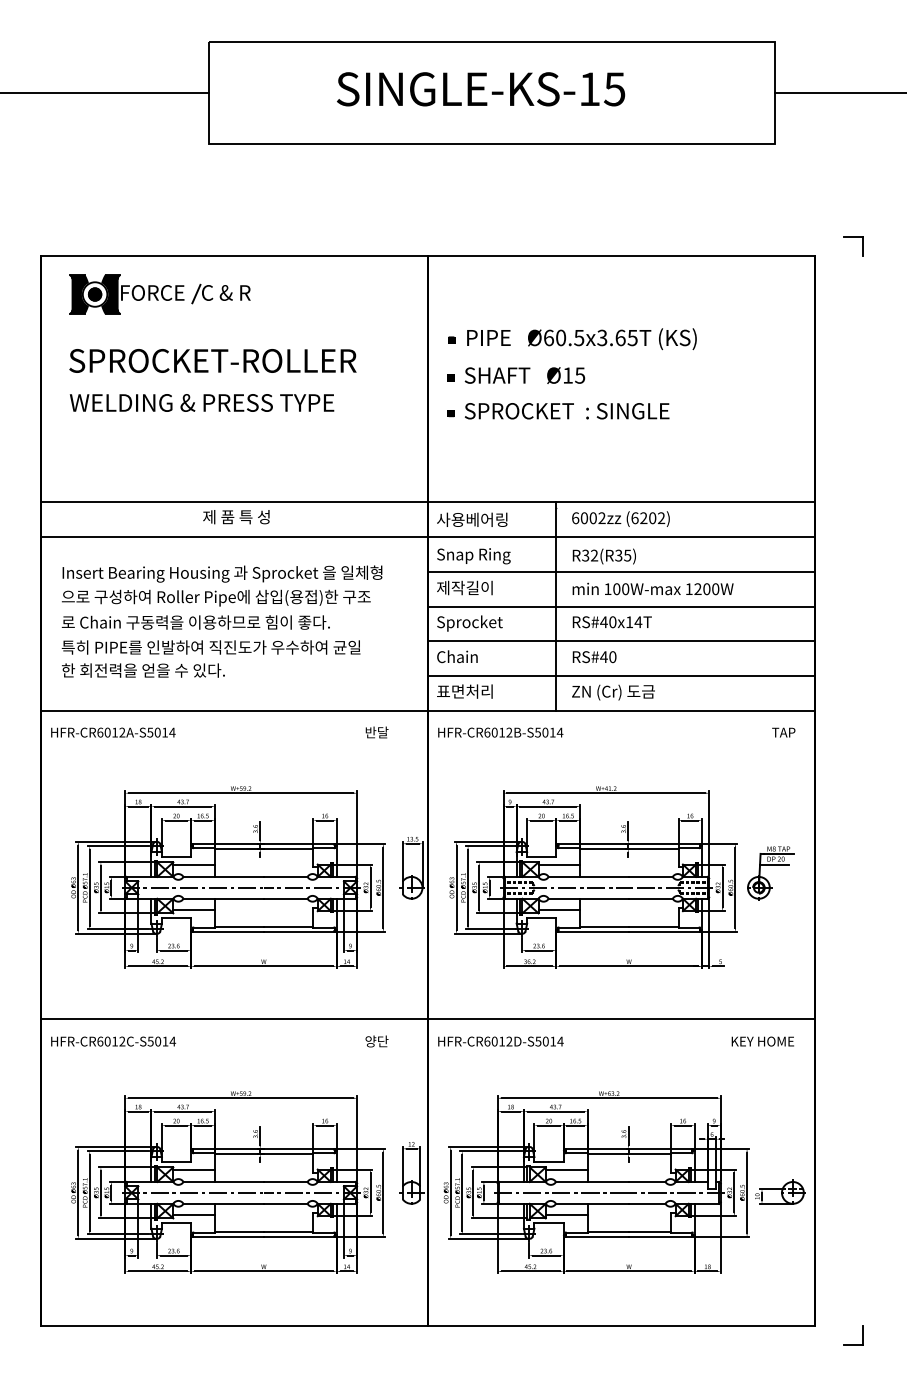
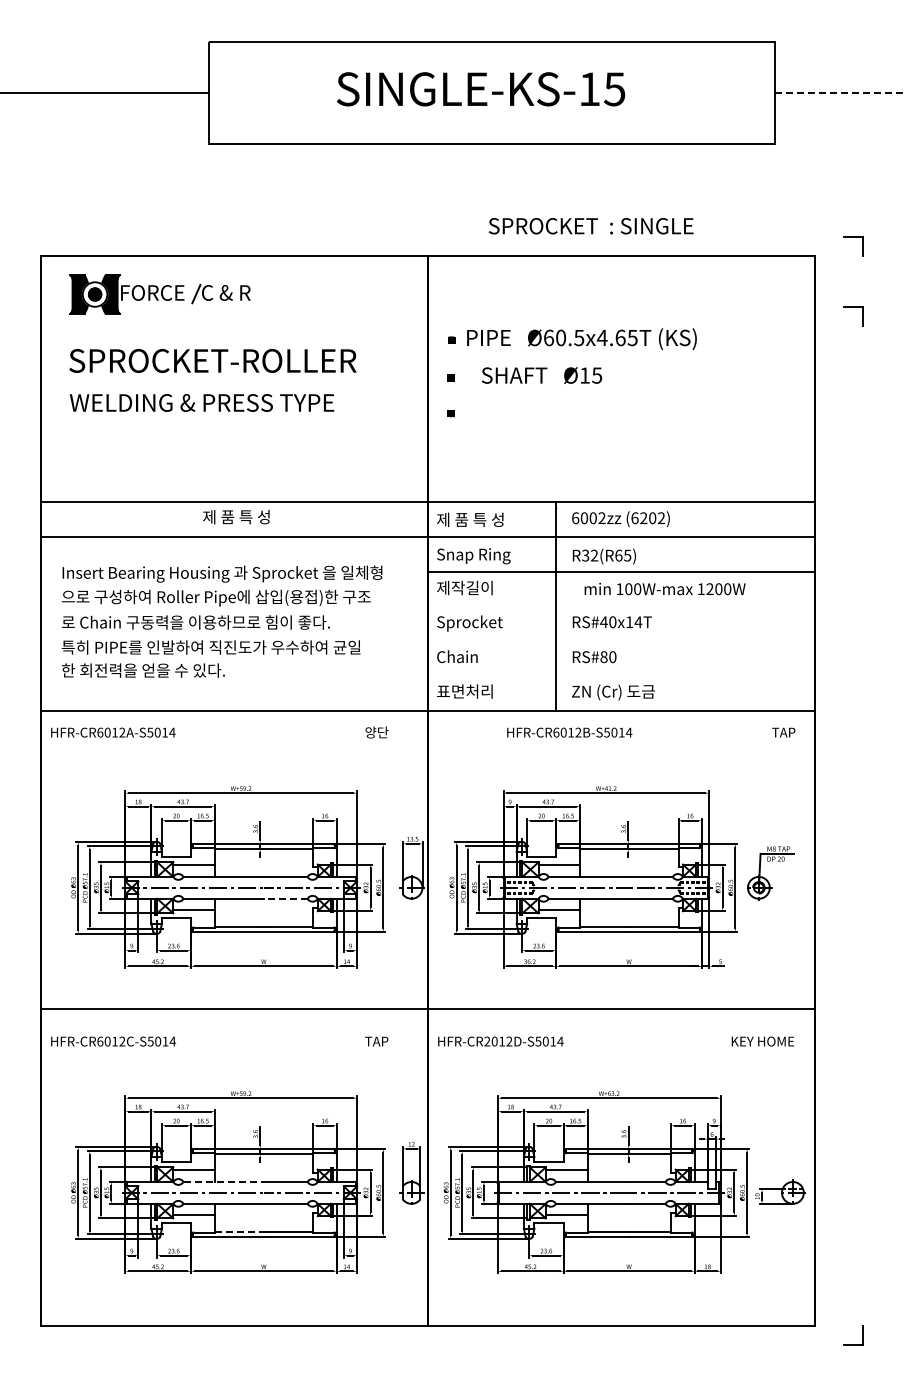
line at (840, 92): solid -> dashed
part at (853, 307): none -> present
text at (601, 337): 60.5x3.65T -> 60.5x4.65T
text at (524, 375) position: (524, 375) -> (541, 375)
text at (566, 411) position: (566, 411) -> (590, 226)
text at (472, 519): 사용베어링 -> 제 품 특 성
text at (618, 555): R32(R35) -> R32(R65)
text at (652, 588) position: (652, 588) -> (664, 588)
line at (621, 606): present -> none
line at (621, 641): present -> none
text at (603, 657): RS#40 -> RS#80
line at (621, 676): present -> none
text at (376, 732): 반달 -> 양단
text at (500, 732) position: (500, 732) -> (569, 732)
line at (774, 864): present -> none
line at (285, 898): solid -> dashed
line at (428, 1018) position: (428, 1018) -> (428, 1008)
text at (376, 1041): 양단 -> TAP
text at (487, 1041): HFR-CR6012D-S5014 -> HFR-CR2012D-S5014
line at (224, 1181): solid -> dashed
line at (239, 1231): solid -> dashed
